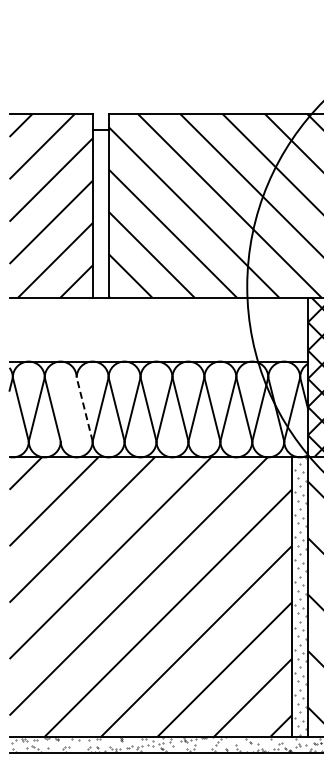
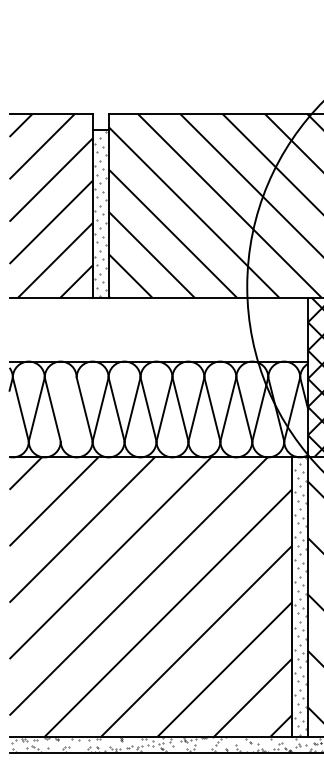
hatch at (99, 214): none -> present
line at (84, 409): dashed -> solid
